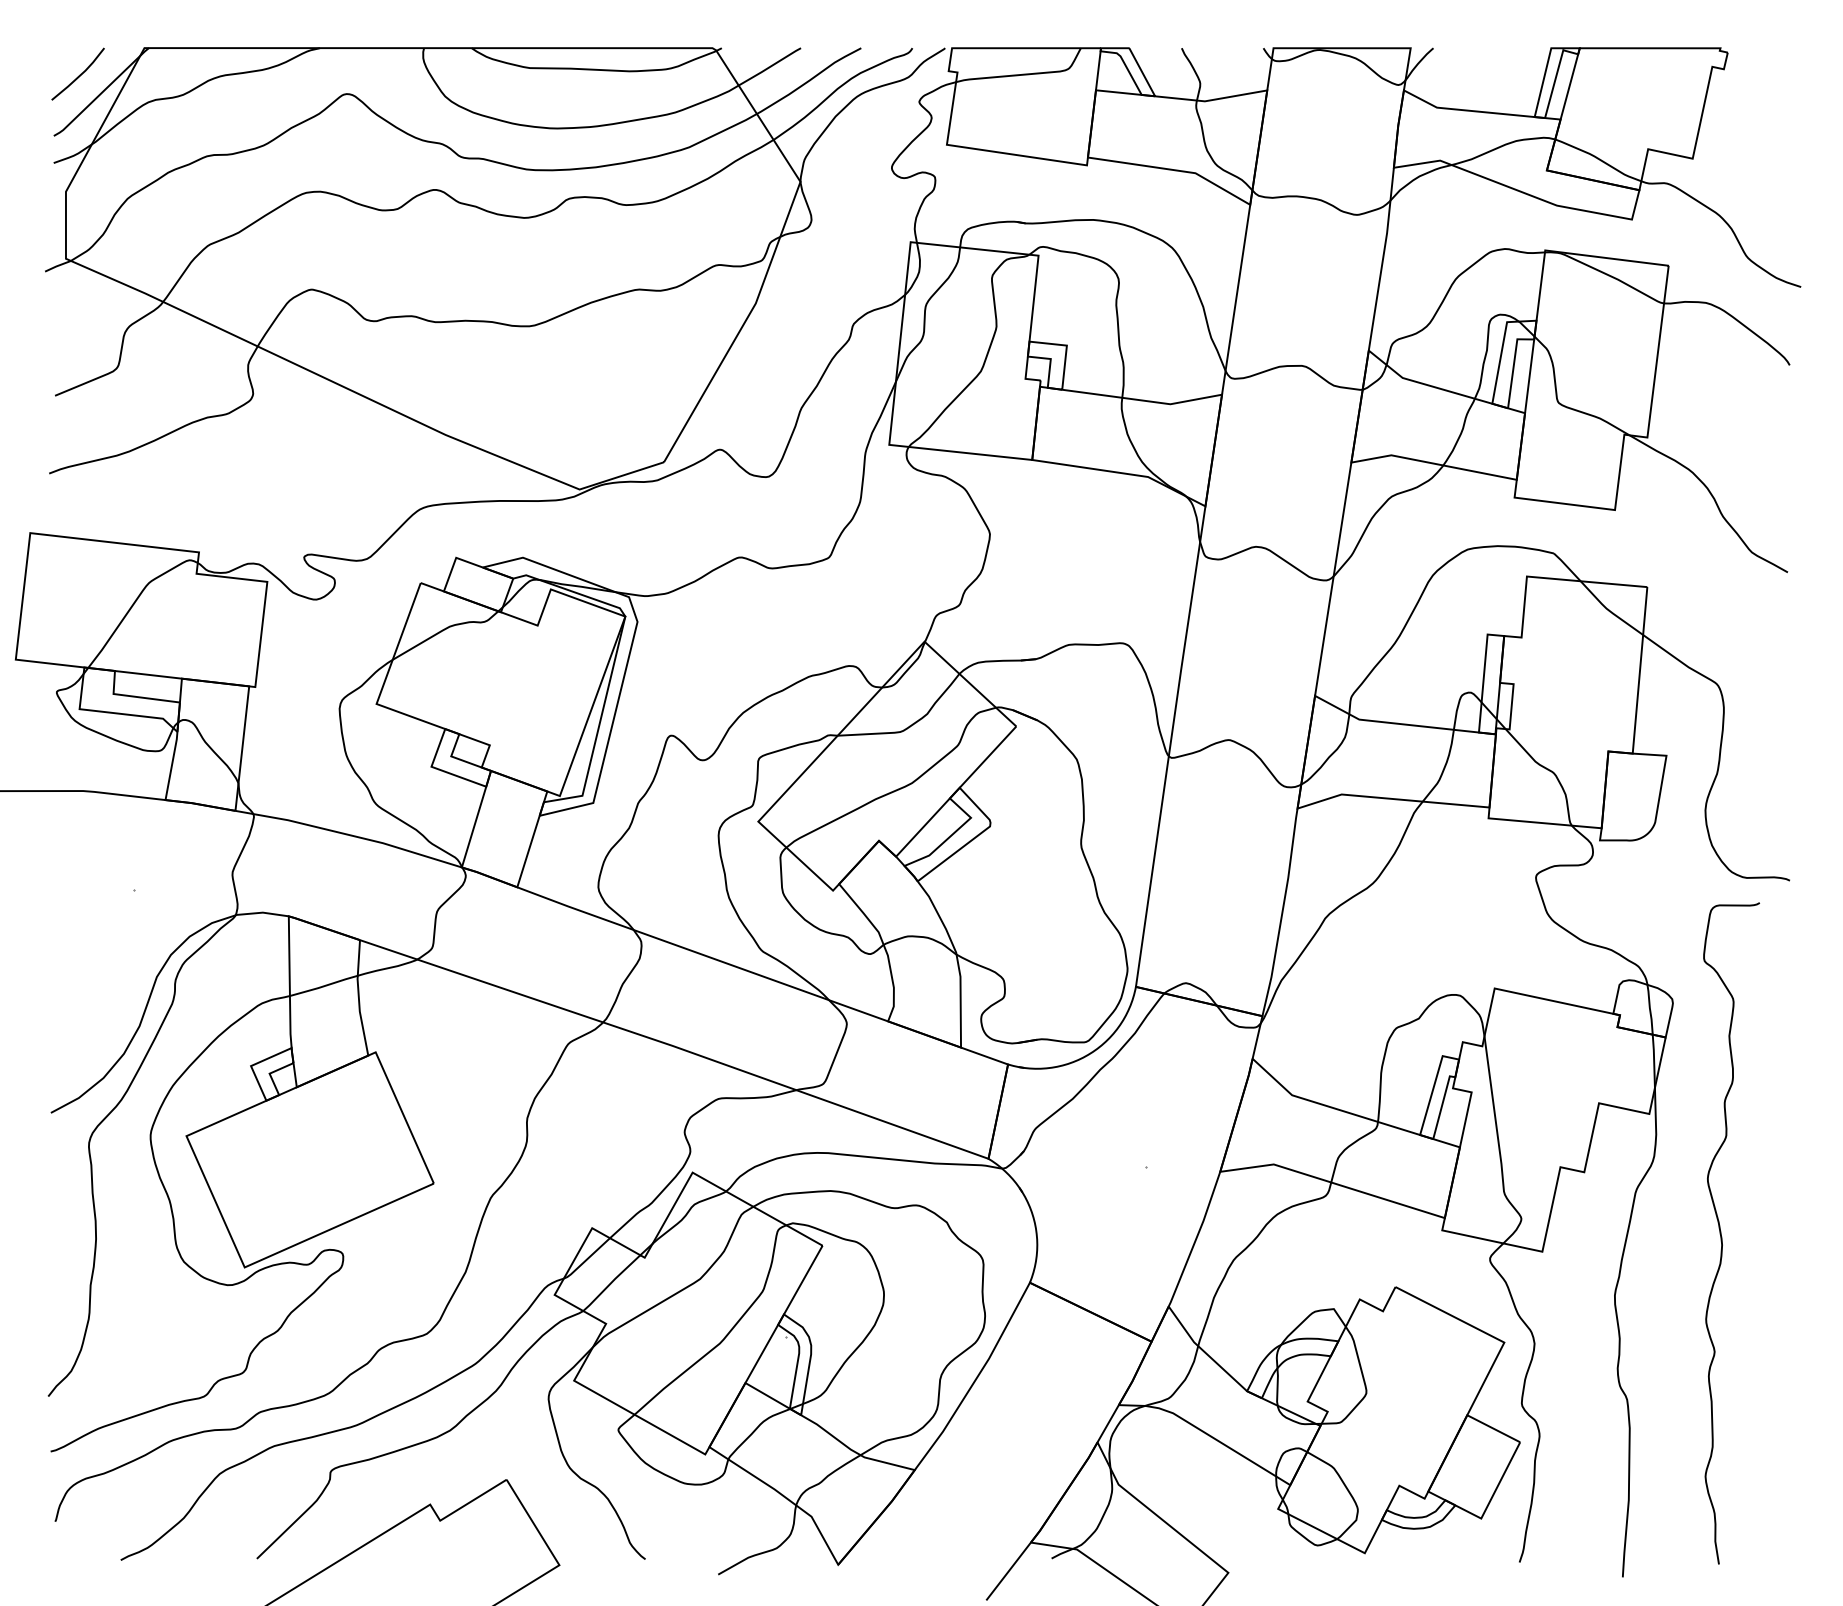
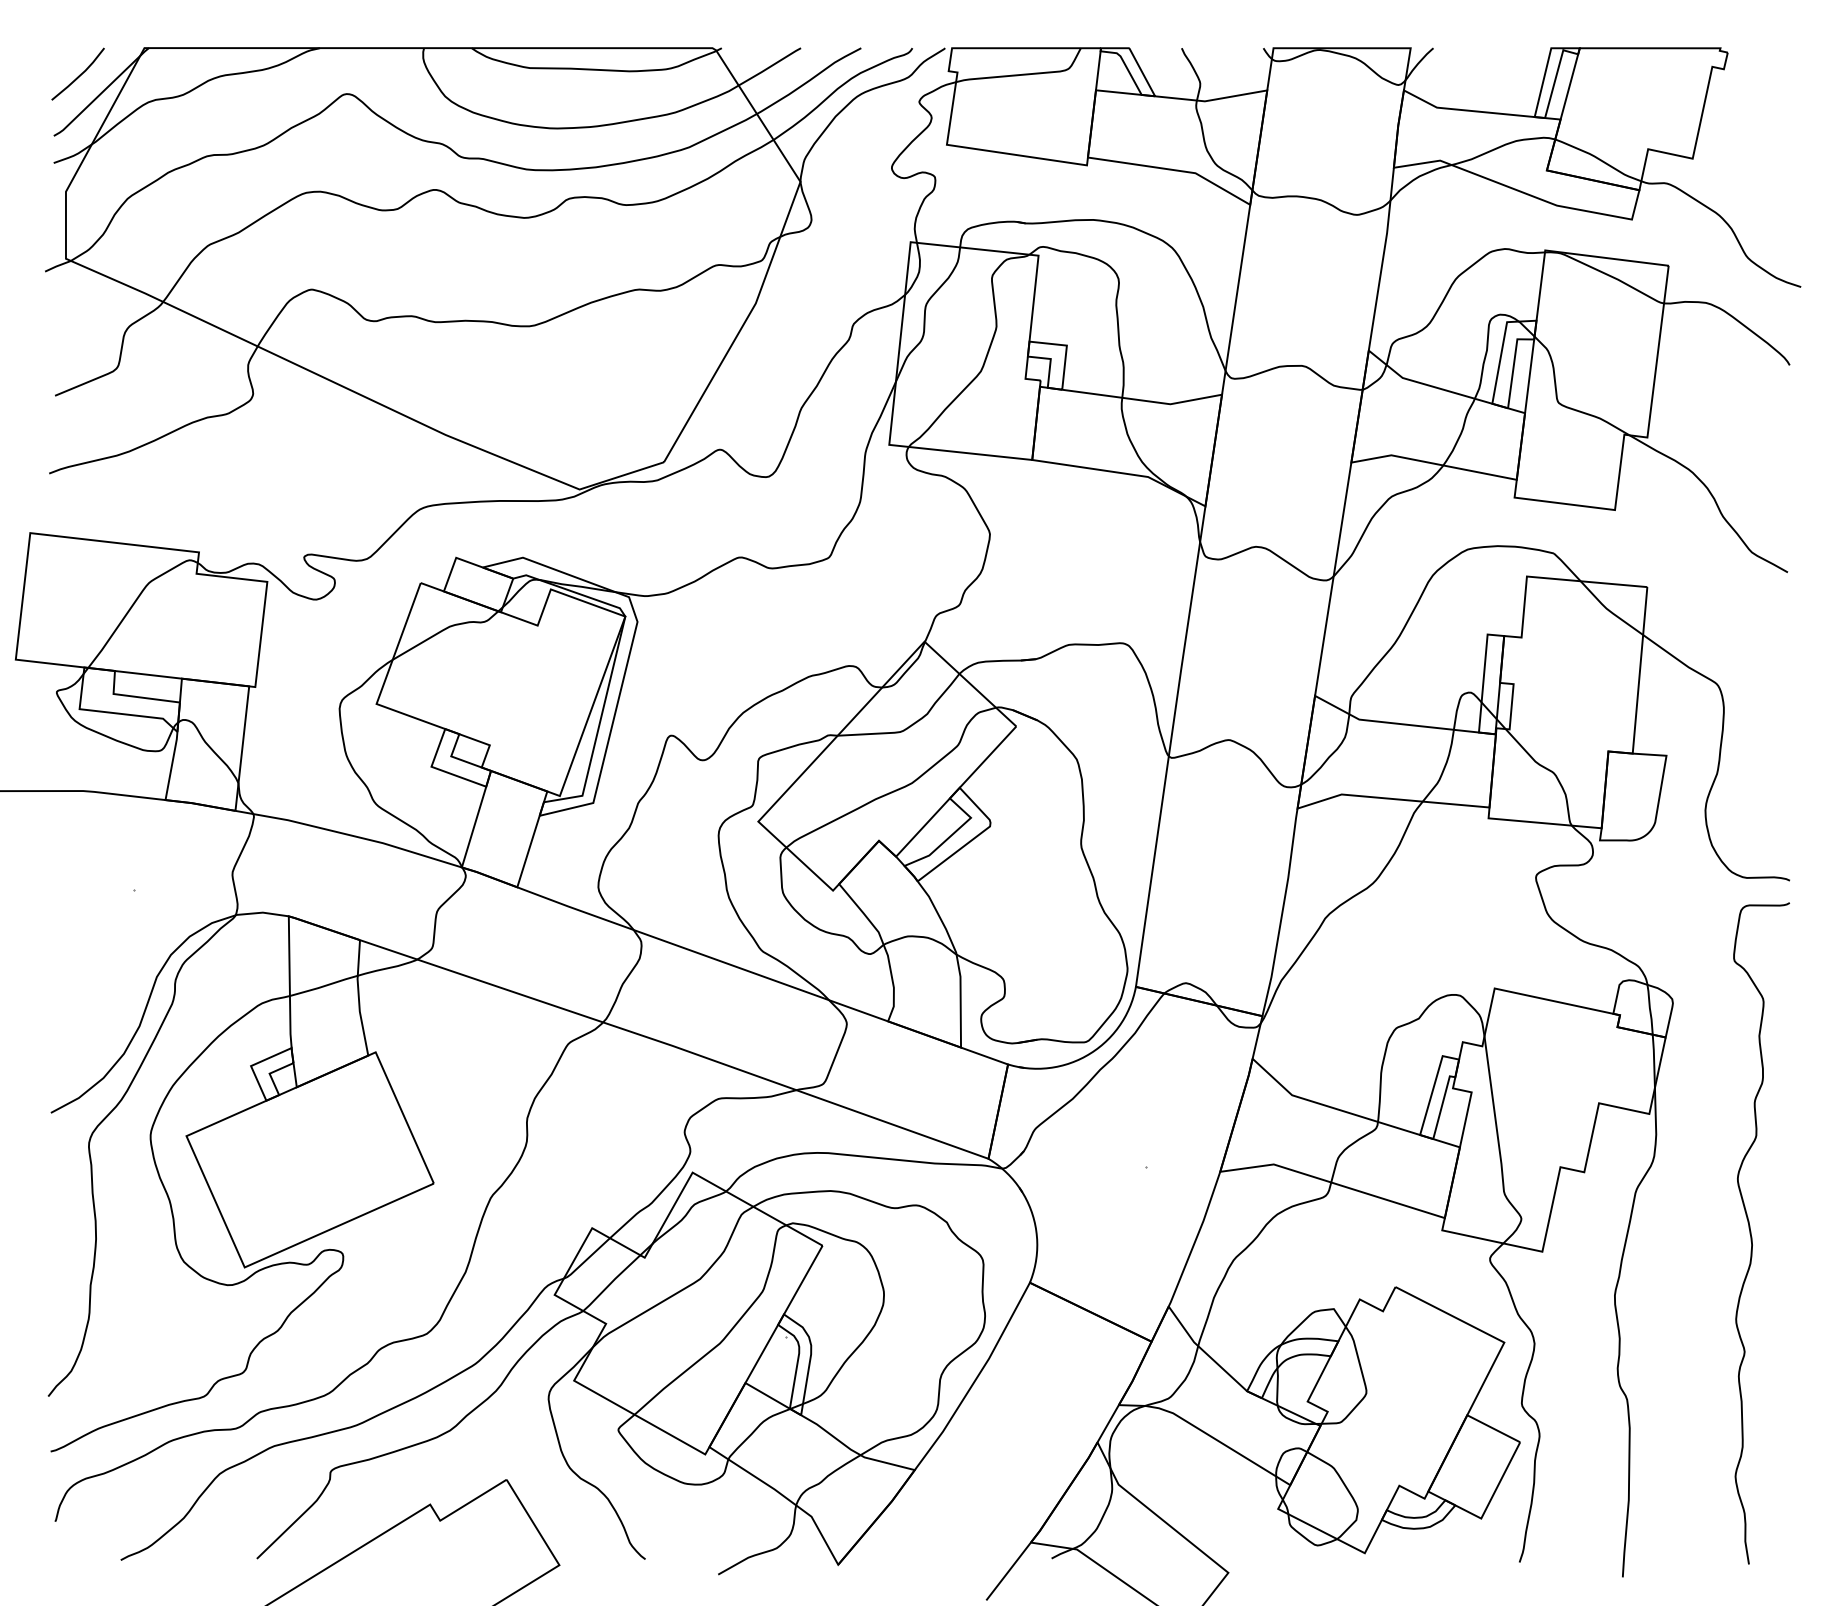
curve at (1722, 1236) position: (1722, 1236) -> (1752, 1236)
